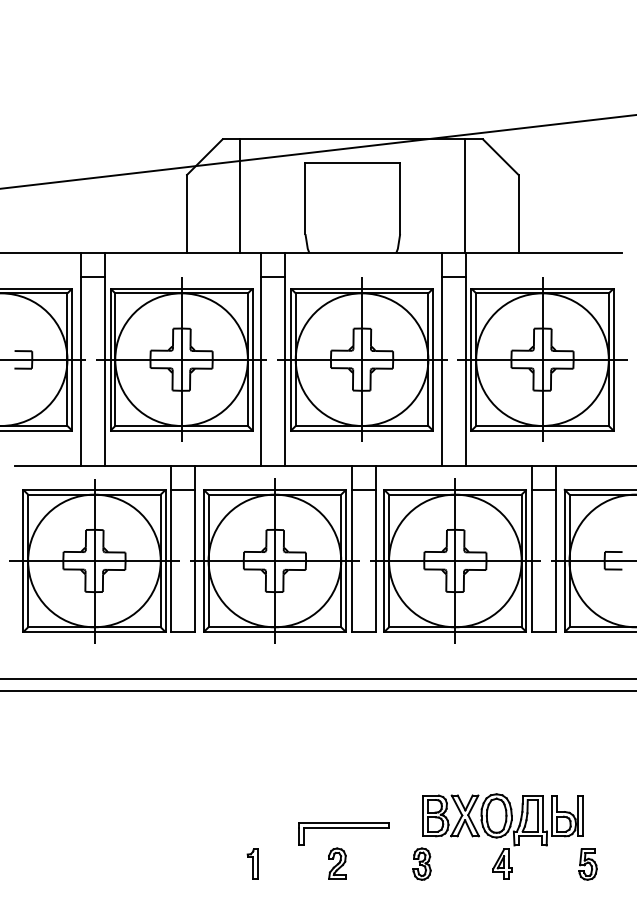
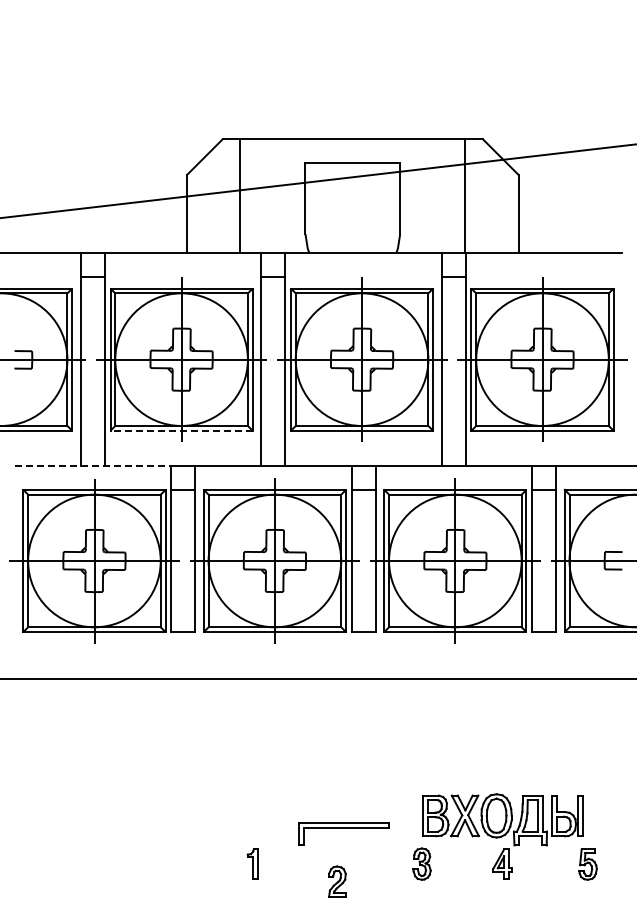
line at (317, 151) position: (317, 151) -> (317, 180)
line at (181, 430): solid -> dashed
line at (93, 466): solid -> dashed
line at (317, 691): present -> none
part at (337, 863) position: (337, 863) -> (337, 881)
